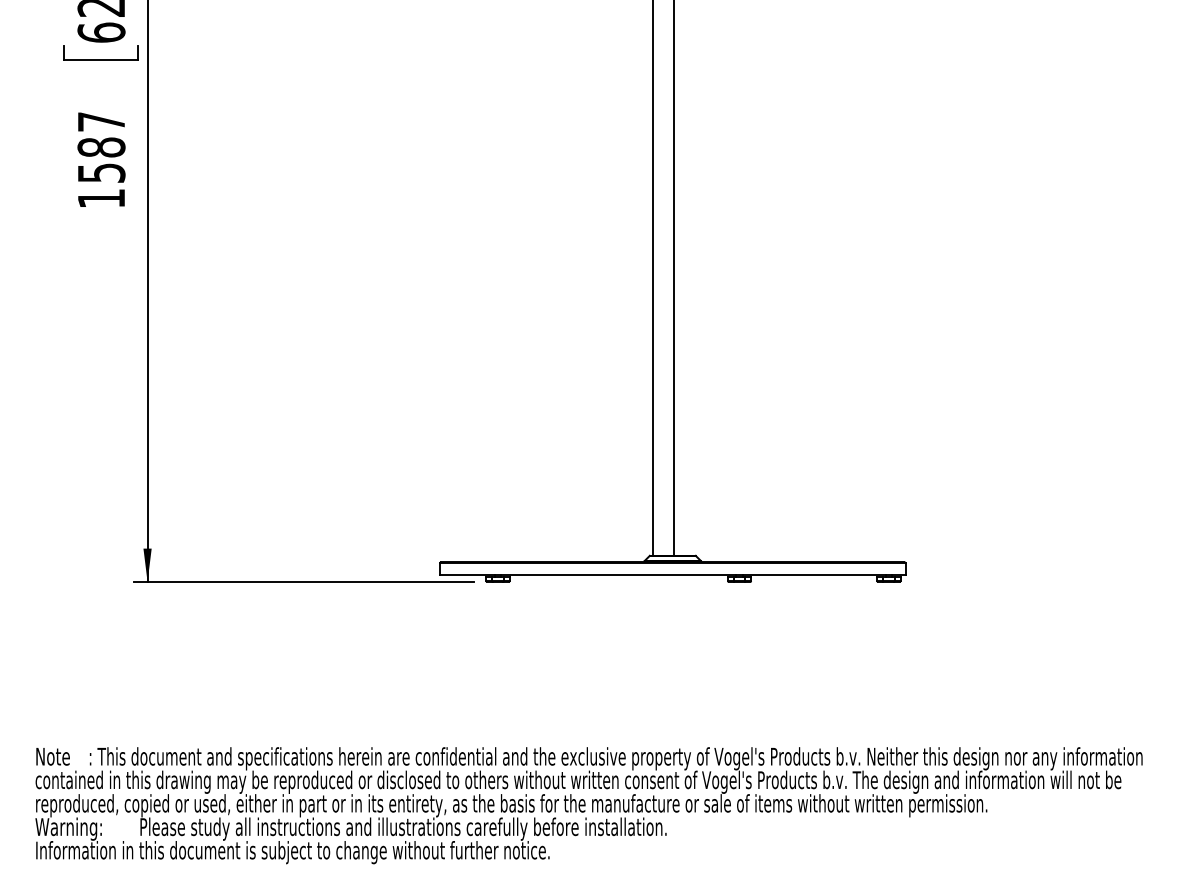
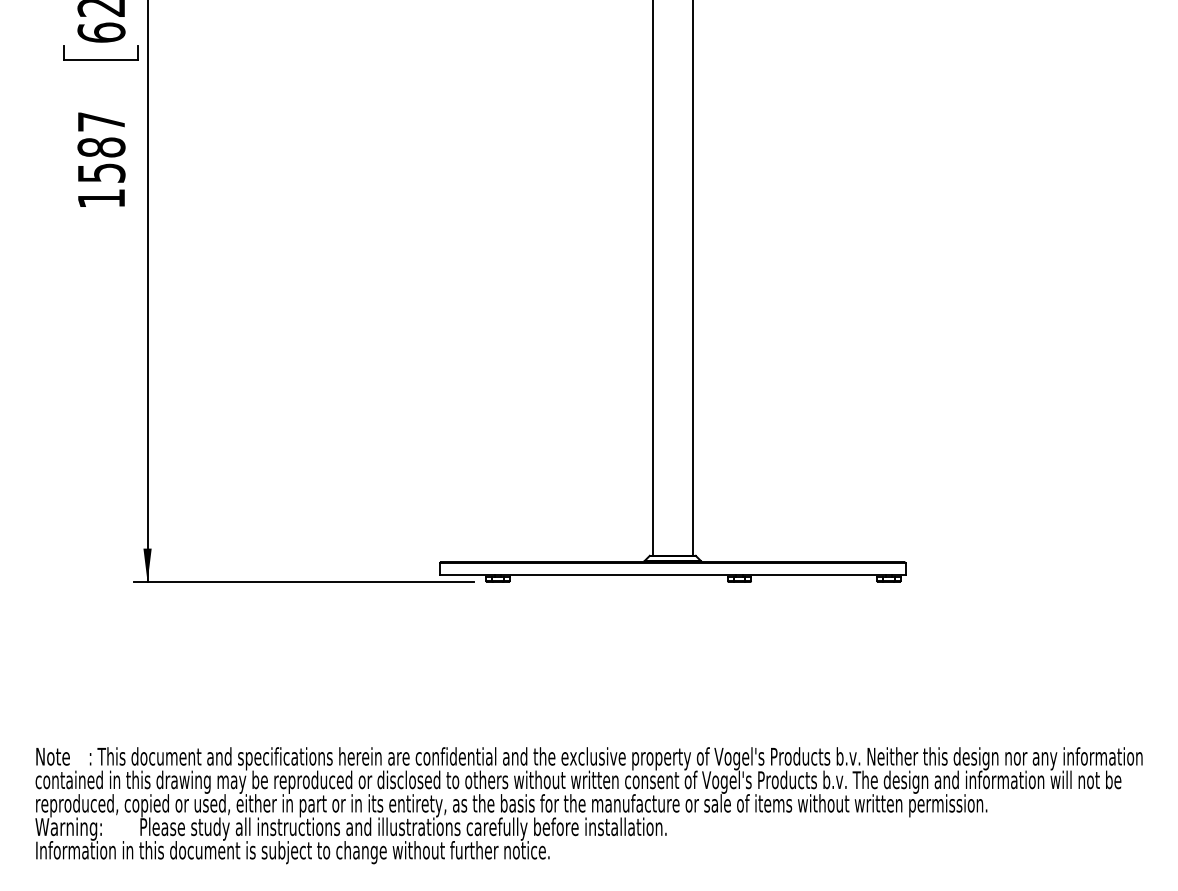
line at (673, 278) position: (673, 278) -> (692, 278)
